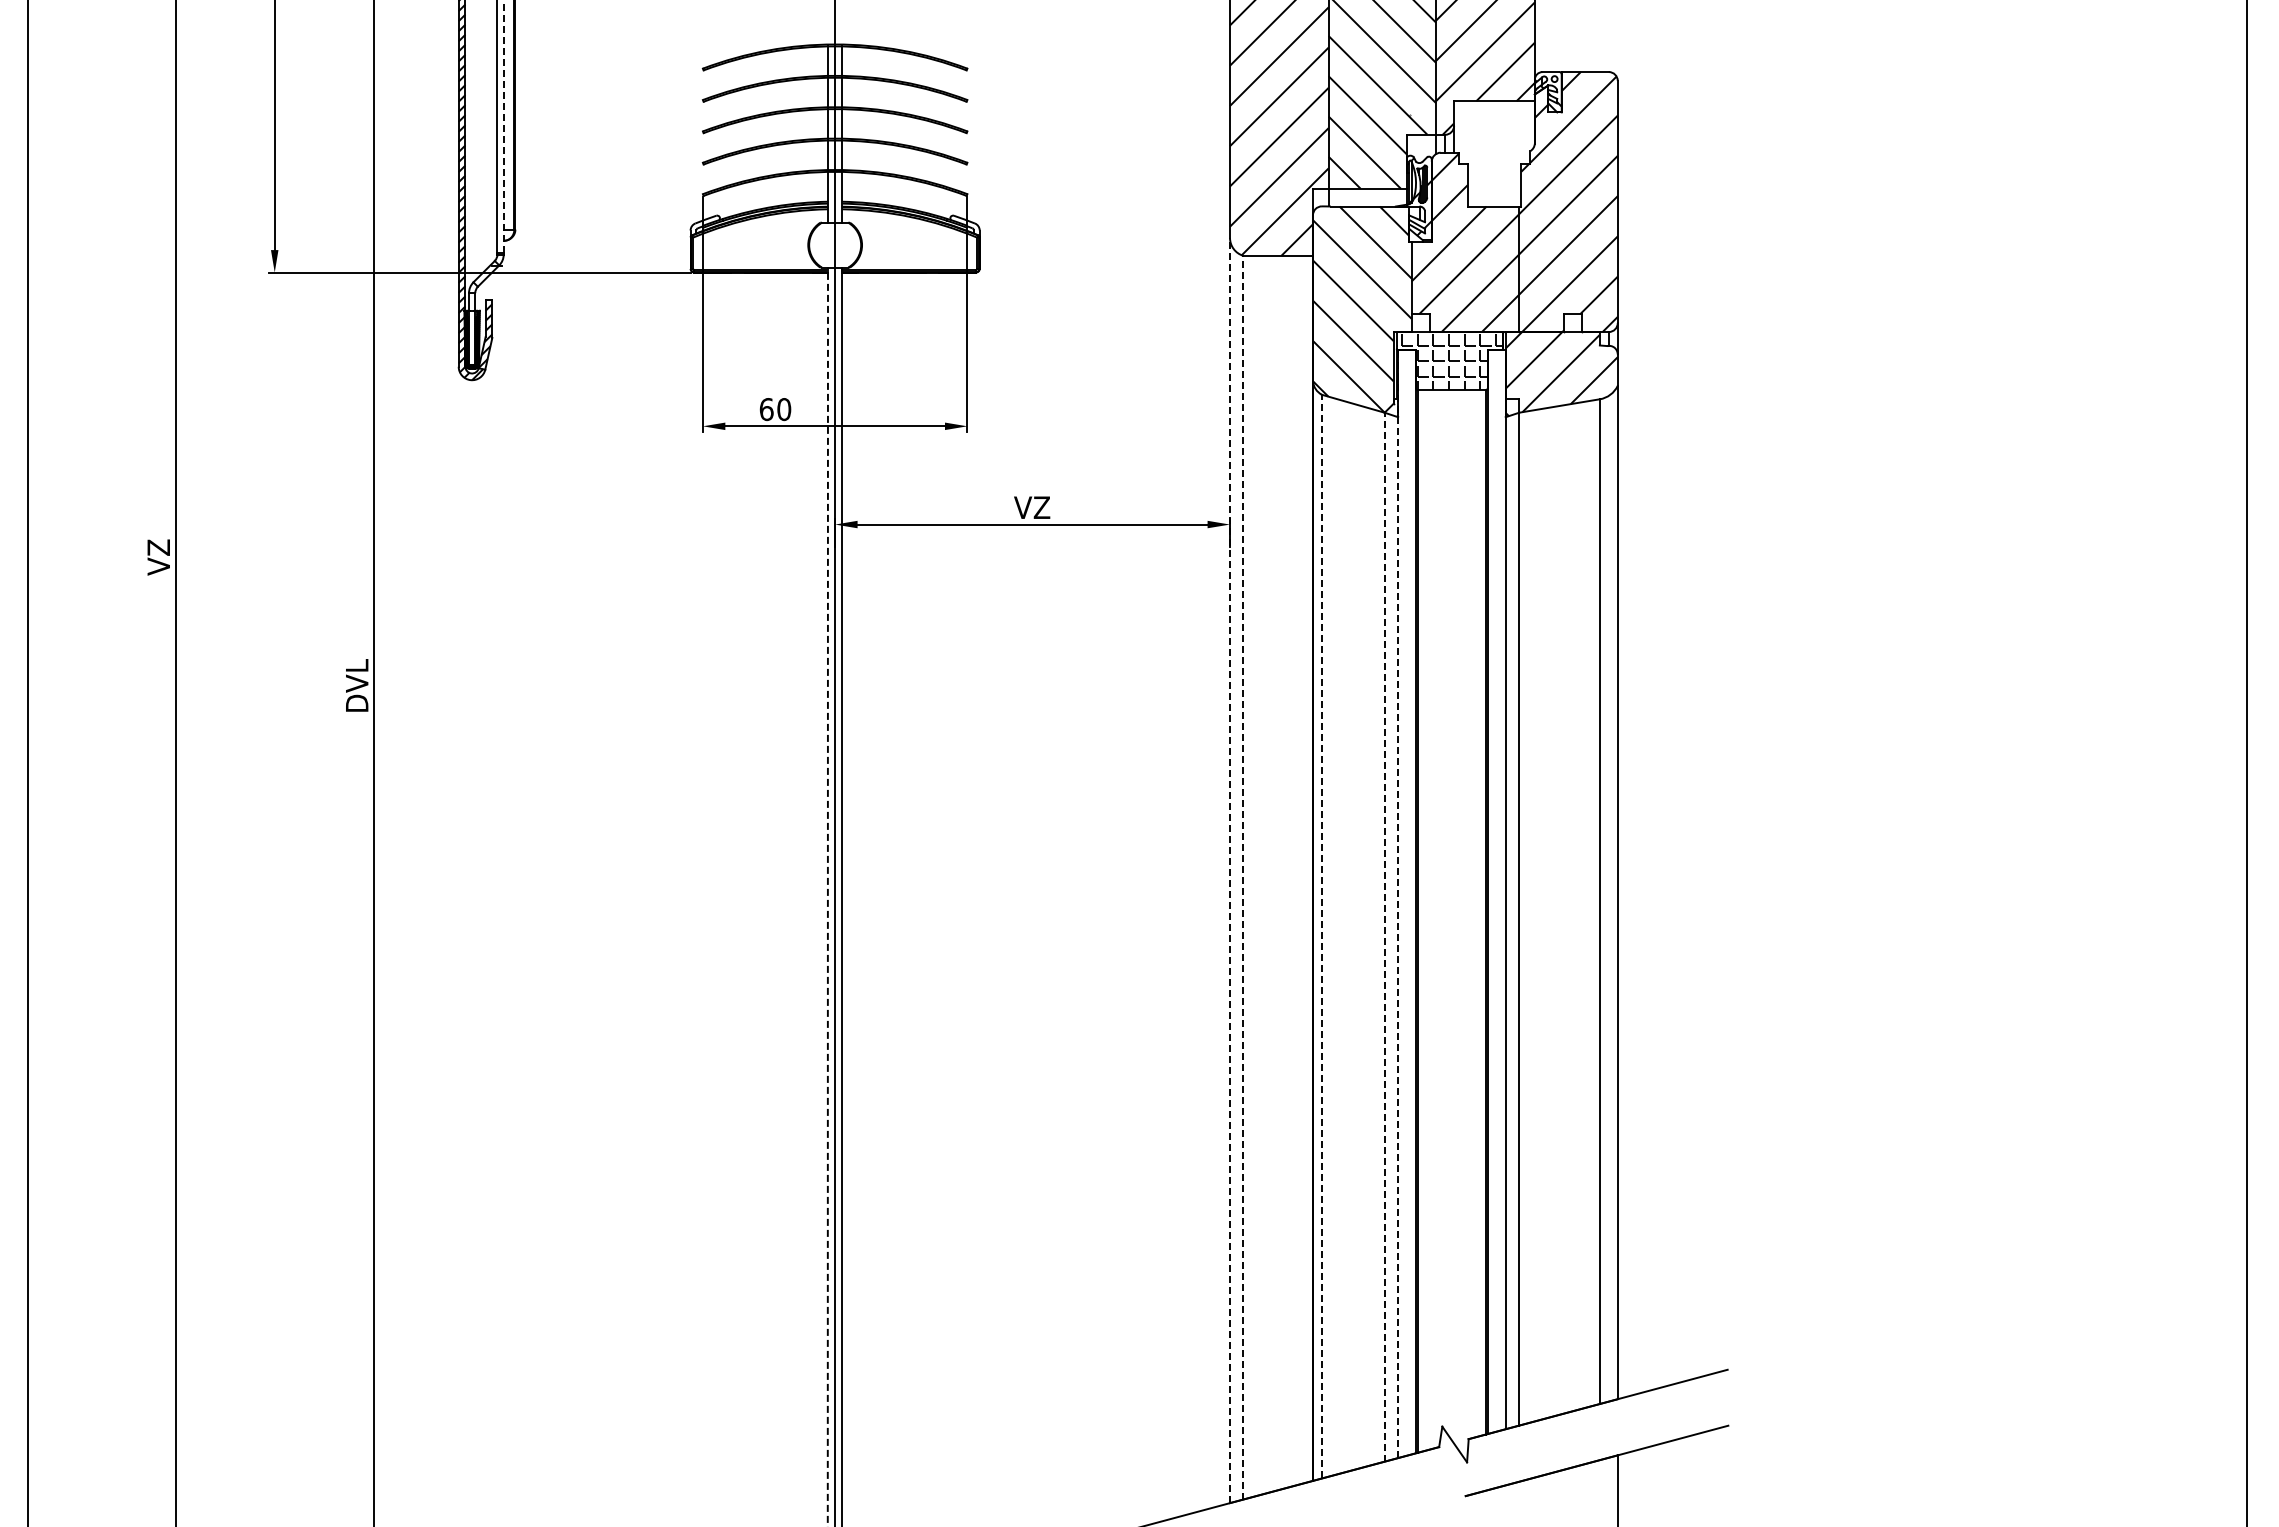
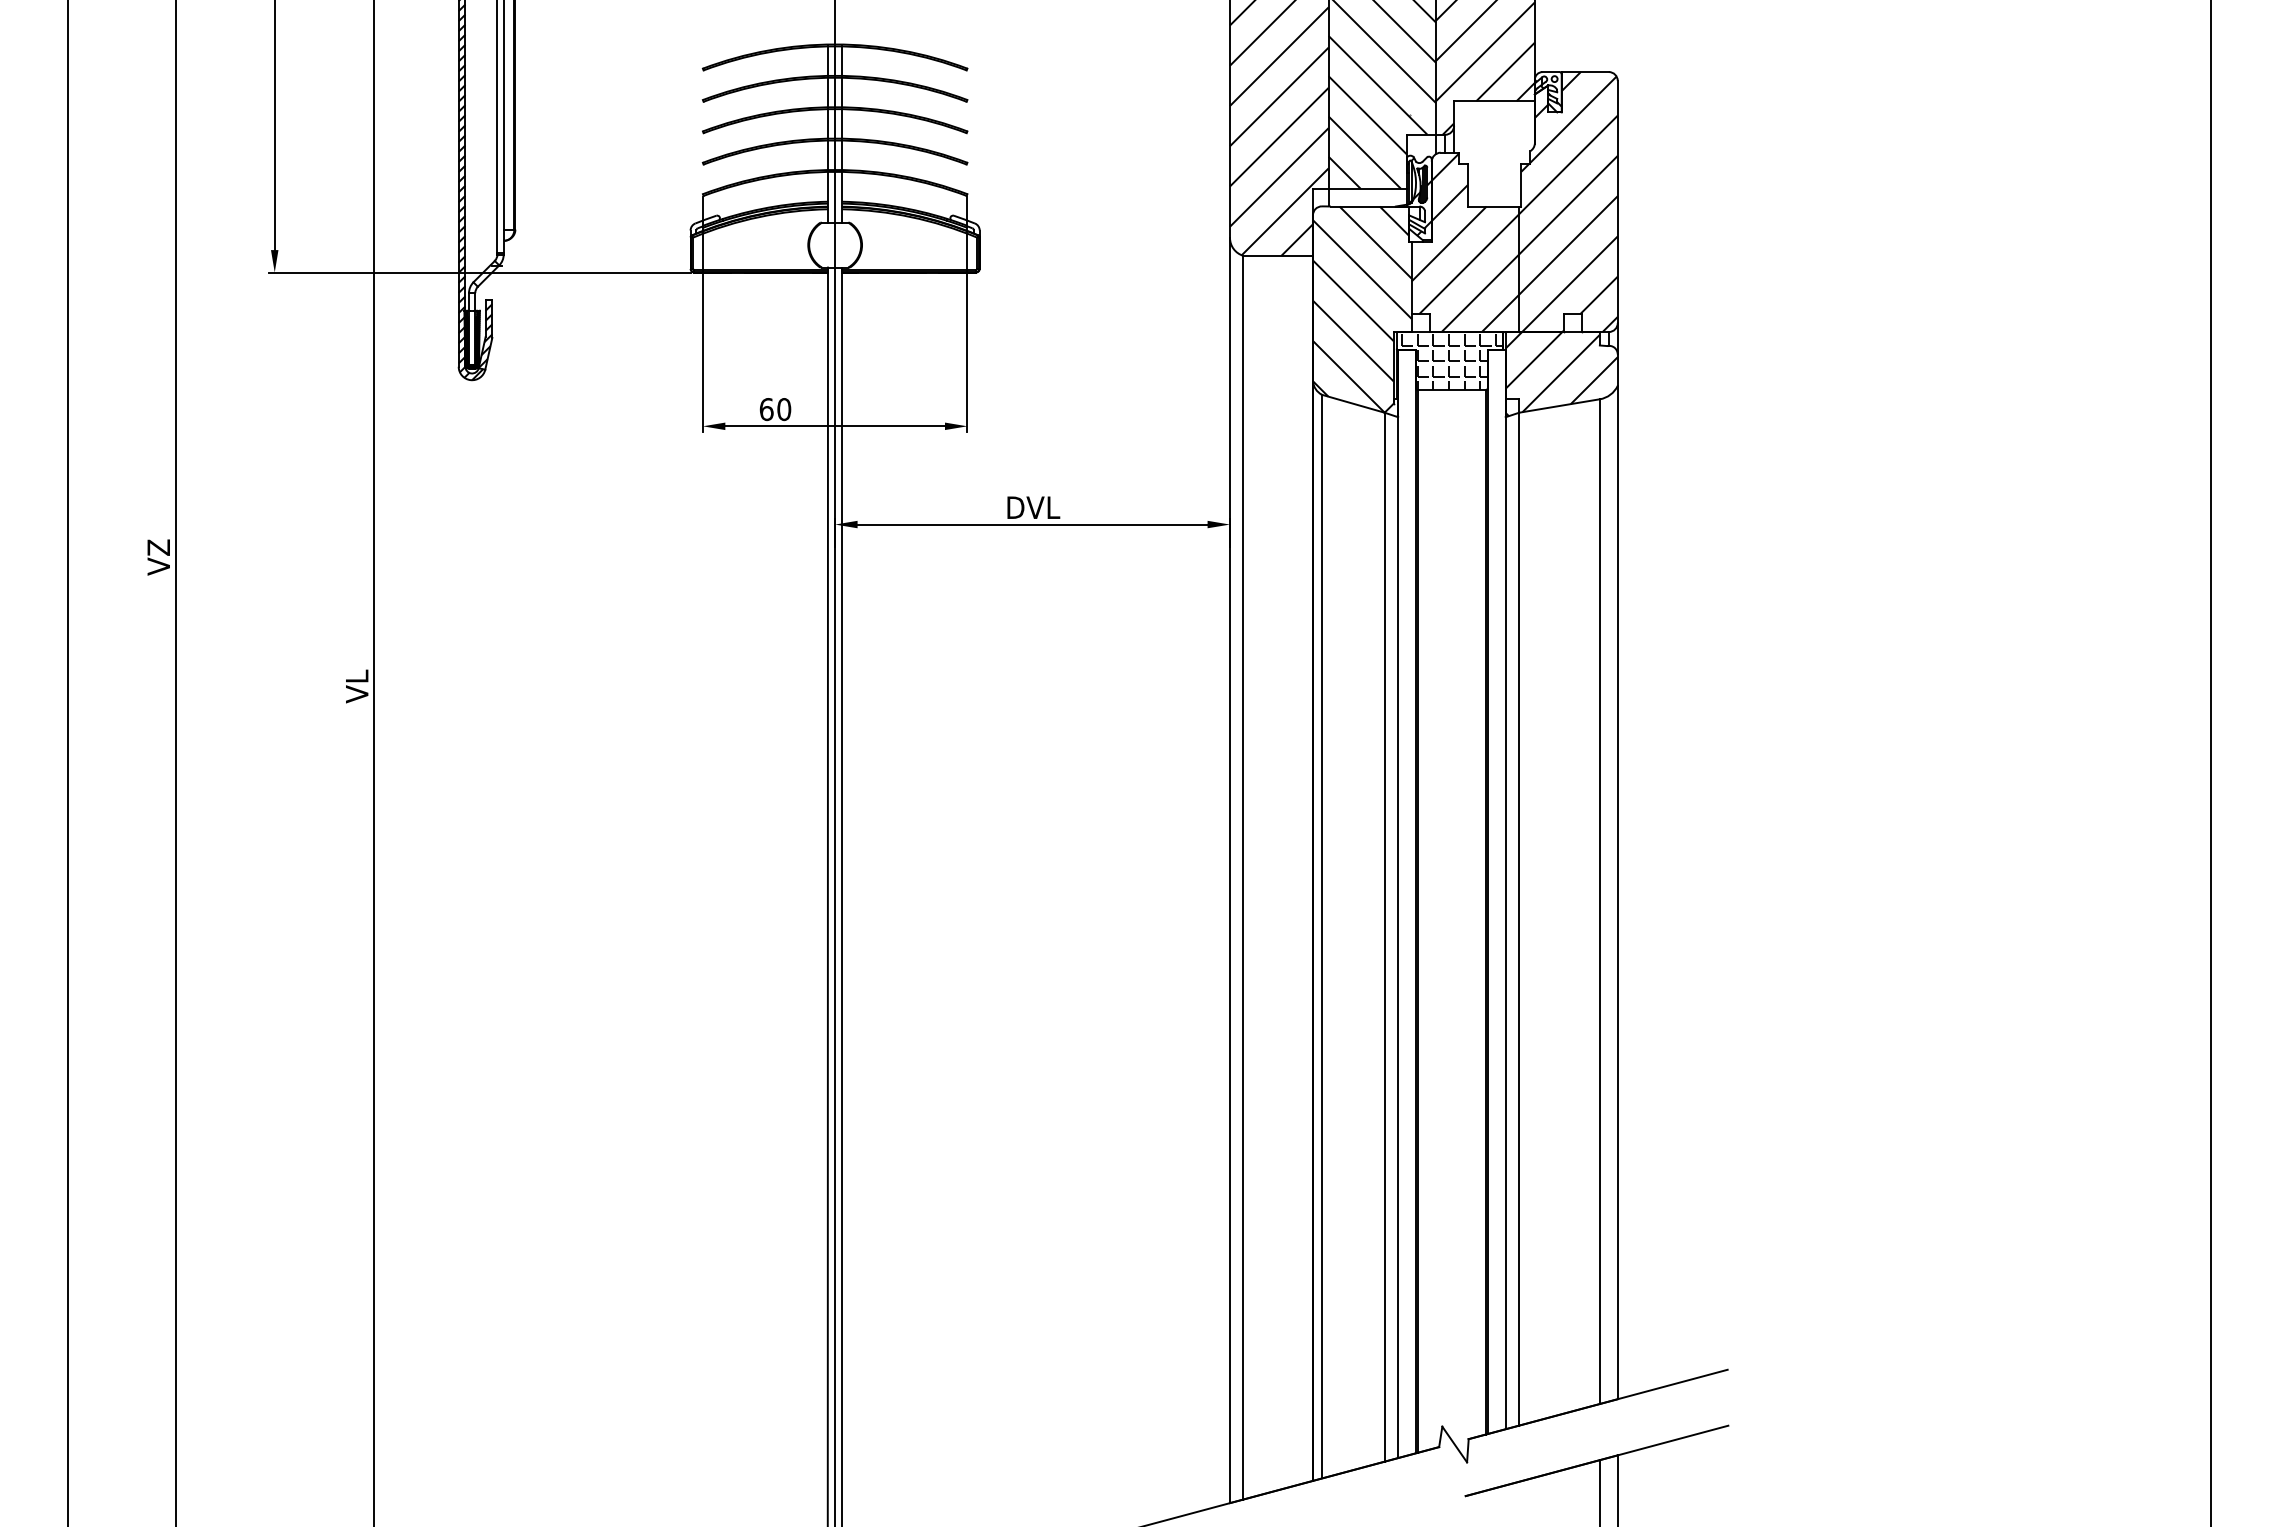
line at (503, 126): dashed -> solid
text at (1033, 507): VZ -> DVL
text at (357, 685): DVL -> VL
line at (28, 762) position: (28, 762) -> (68, 762)
line at (2246, 762) position: (2246, 762) -> (2210, 762)
line at (1230, 870): dashed -> solid
line at (1243, 877): dashed -> solid
line at (827, 897): dashed -> solid
line at (1398, 903): dashed -> solid
line at (1321, 936): dashed -> solid
line at (1384, 936): dashed -> solid
line at (1599, 1491): none -> present
